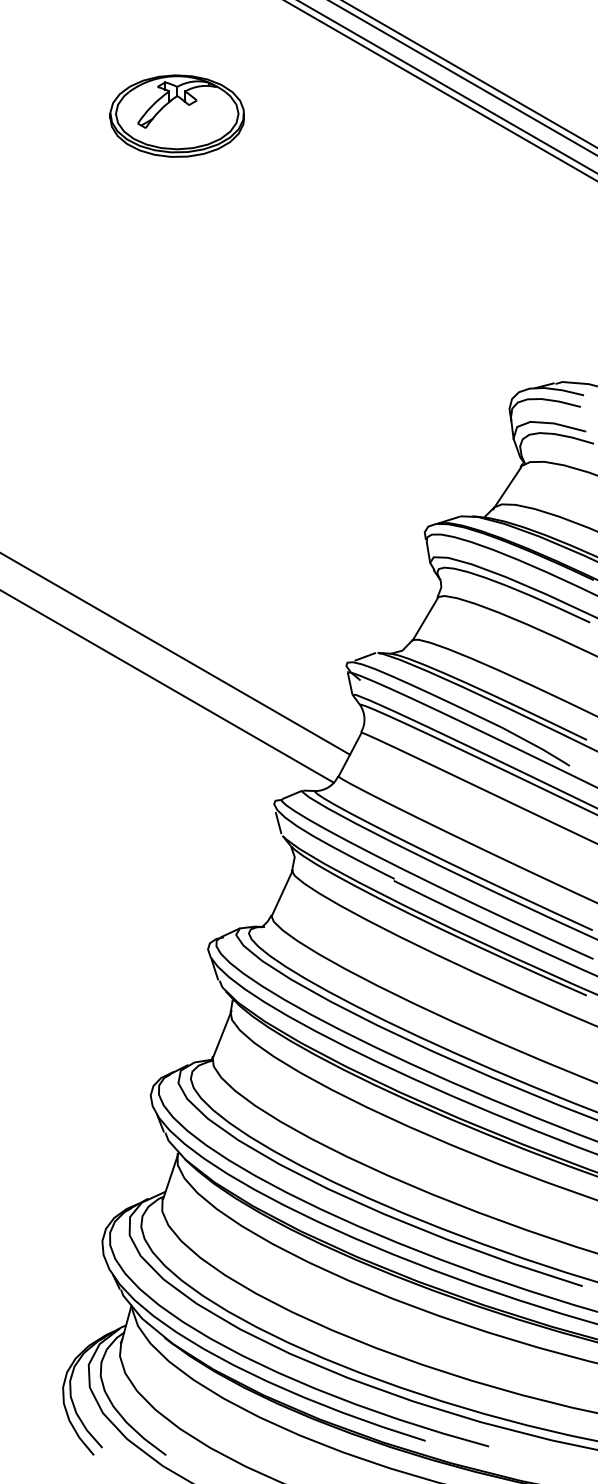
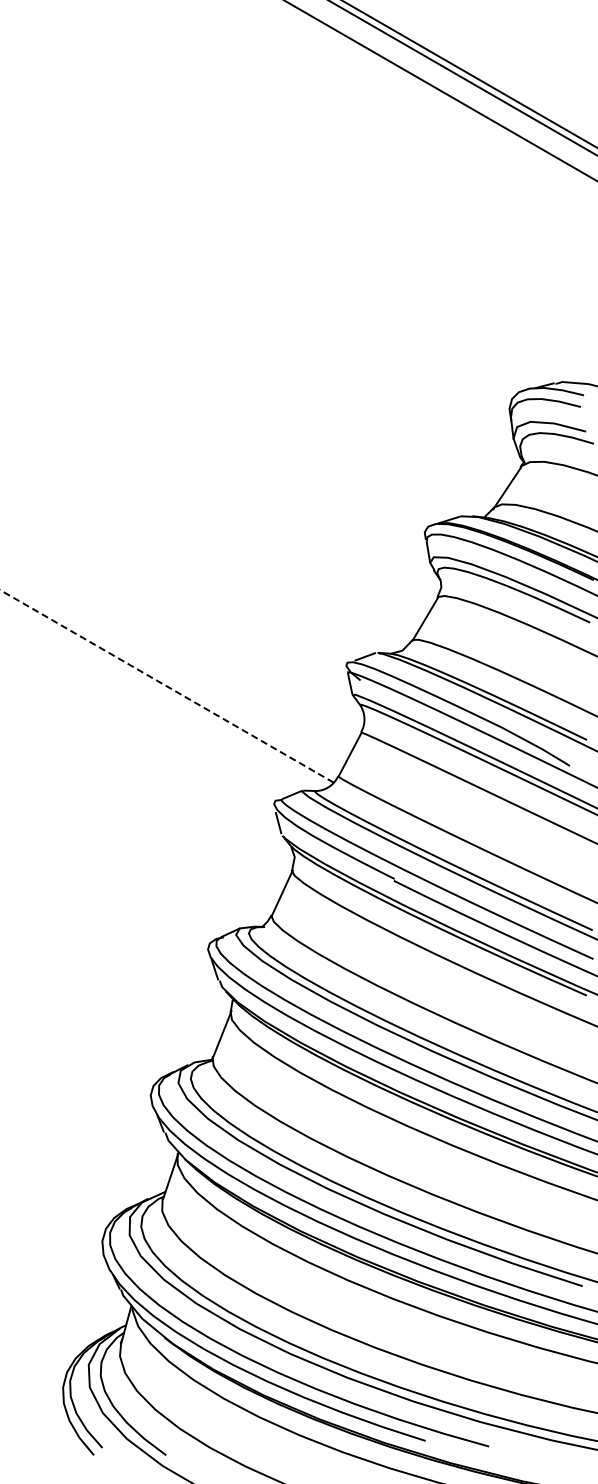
line at (447, 86): present -> none
part at (176, 115): present -> none
line at (176, 654): present -> none
line at (166, 686): solid -> dashed
